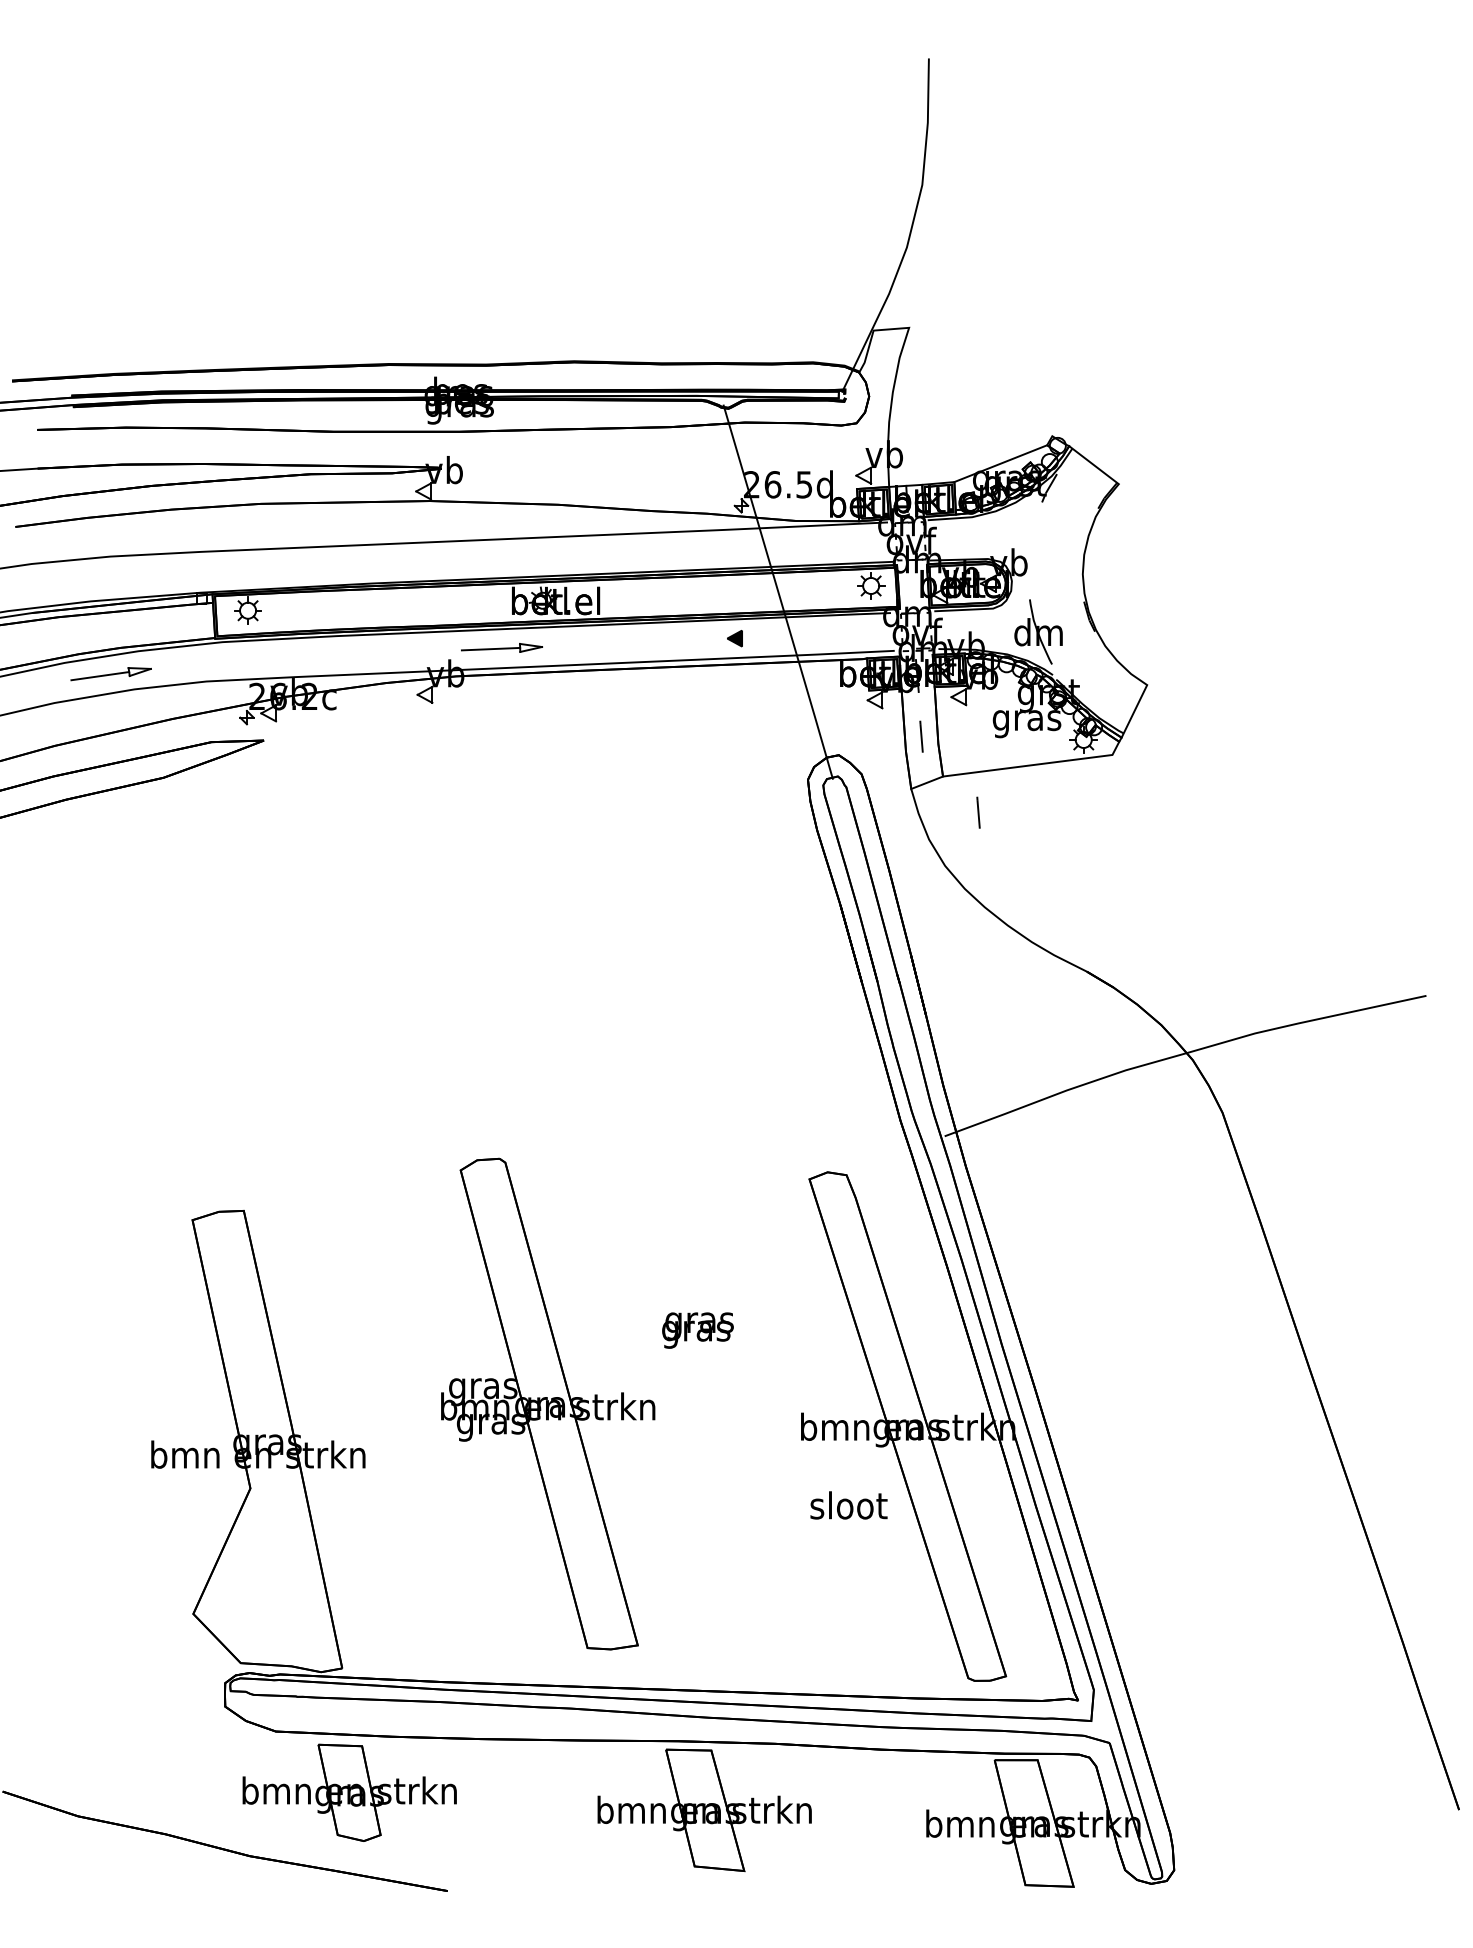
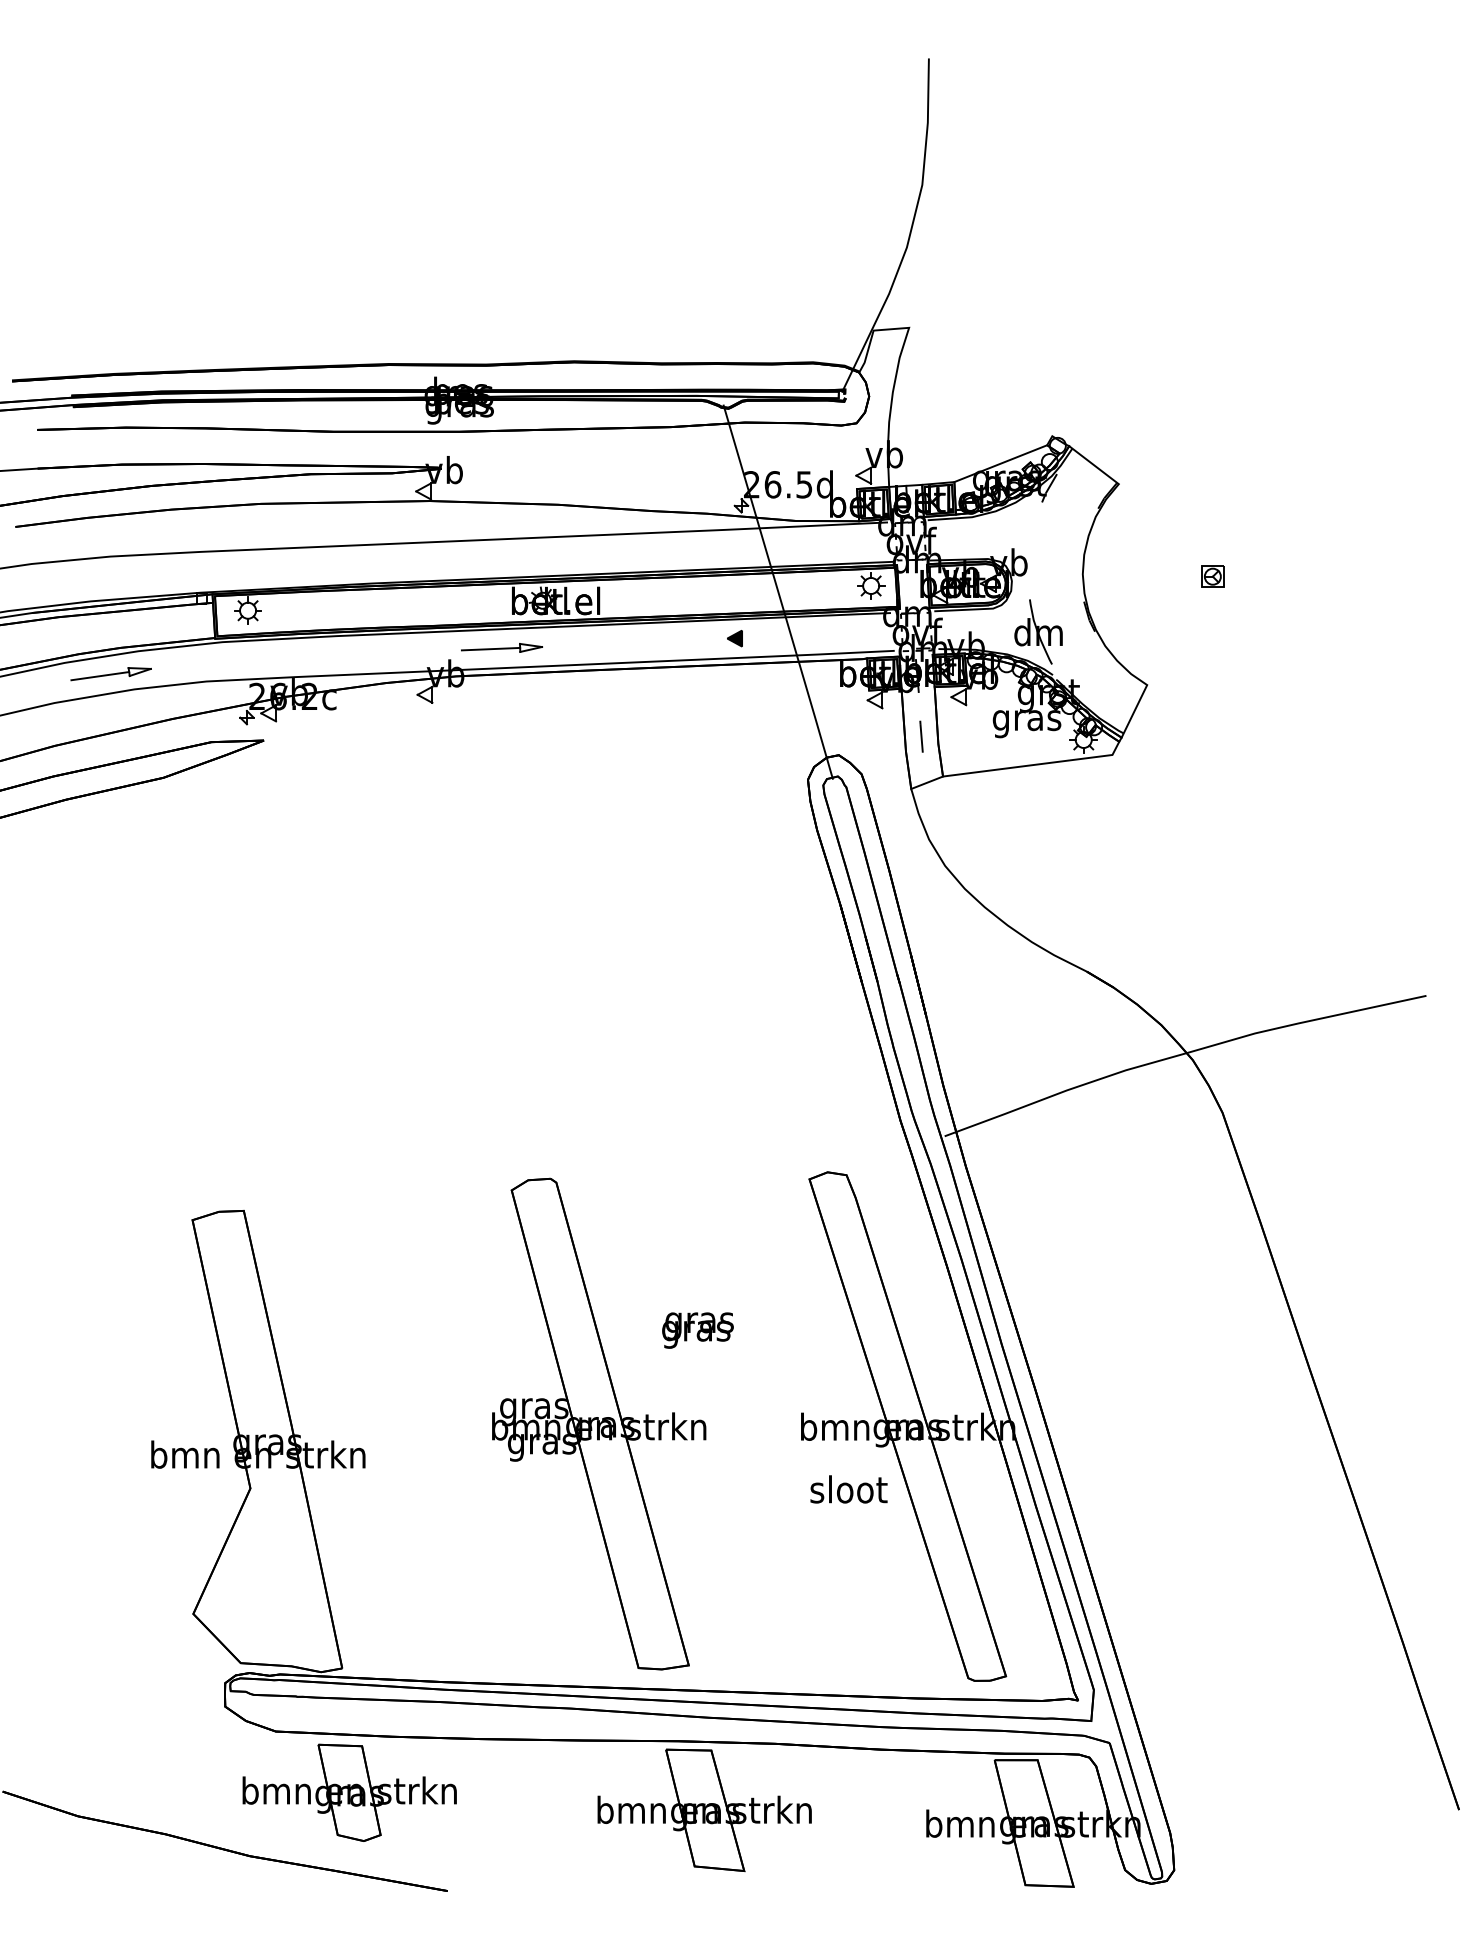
part at (1212, 576): none -> present
line at (978, 812): present -> none
part at (548, 1403) position: (548, 1403) -> (599, 1423)
text at (848, 1505) position: (848, 1505) -> (848, 1489)
